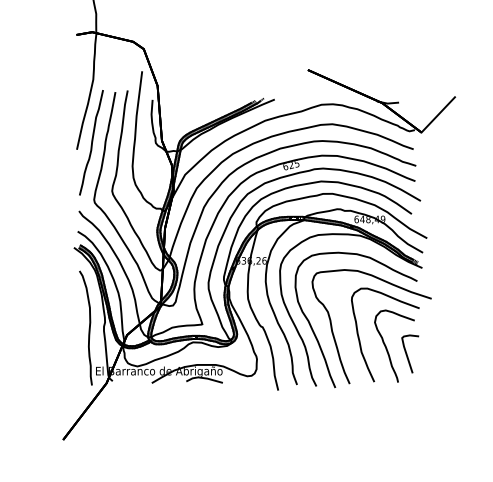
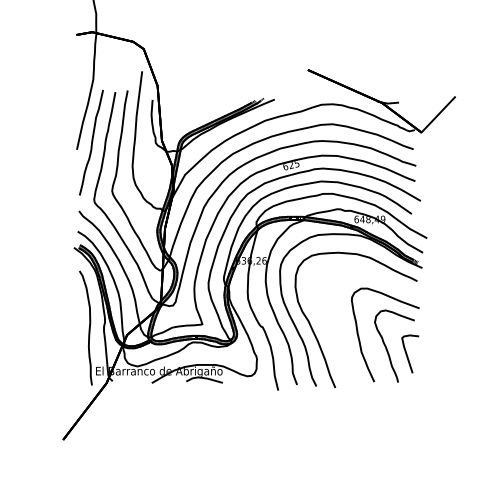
part at (335, 338): present -> none
